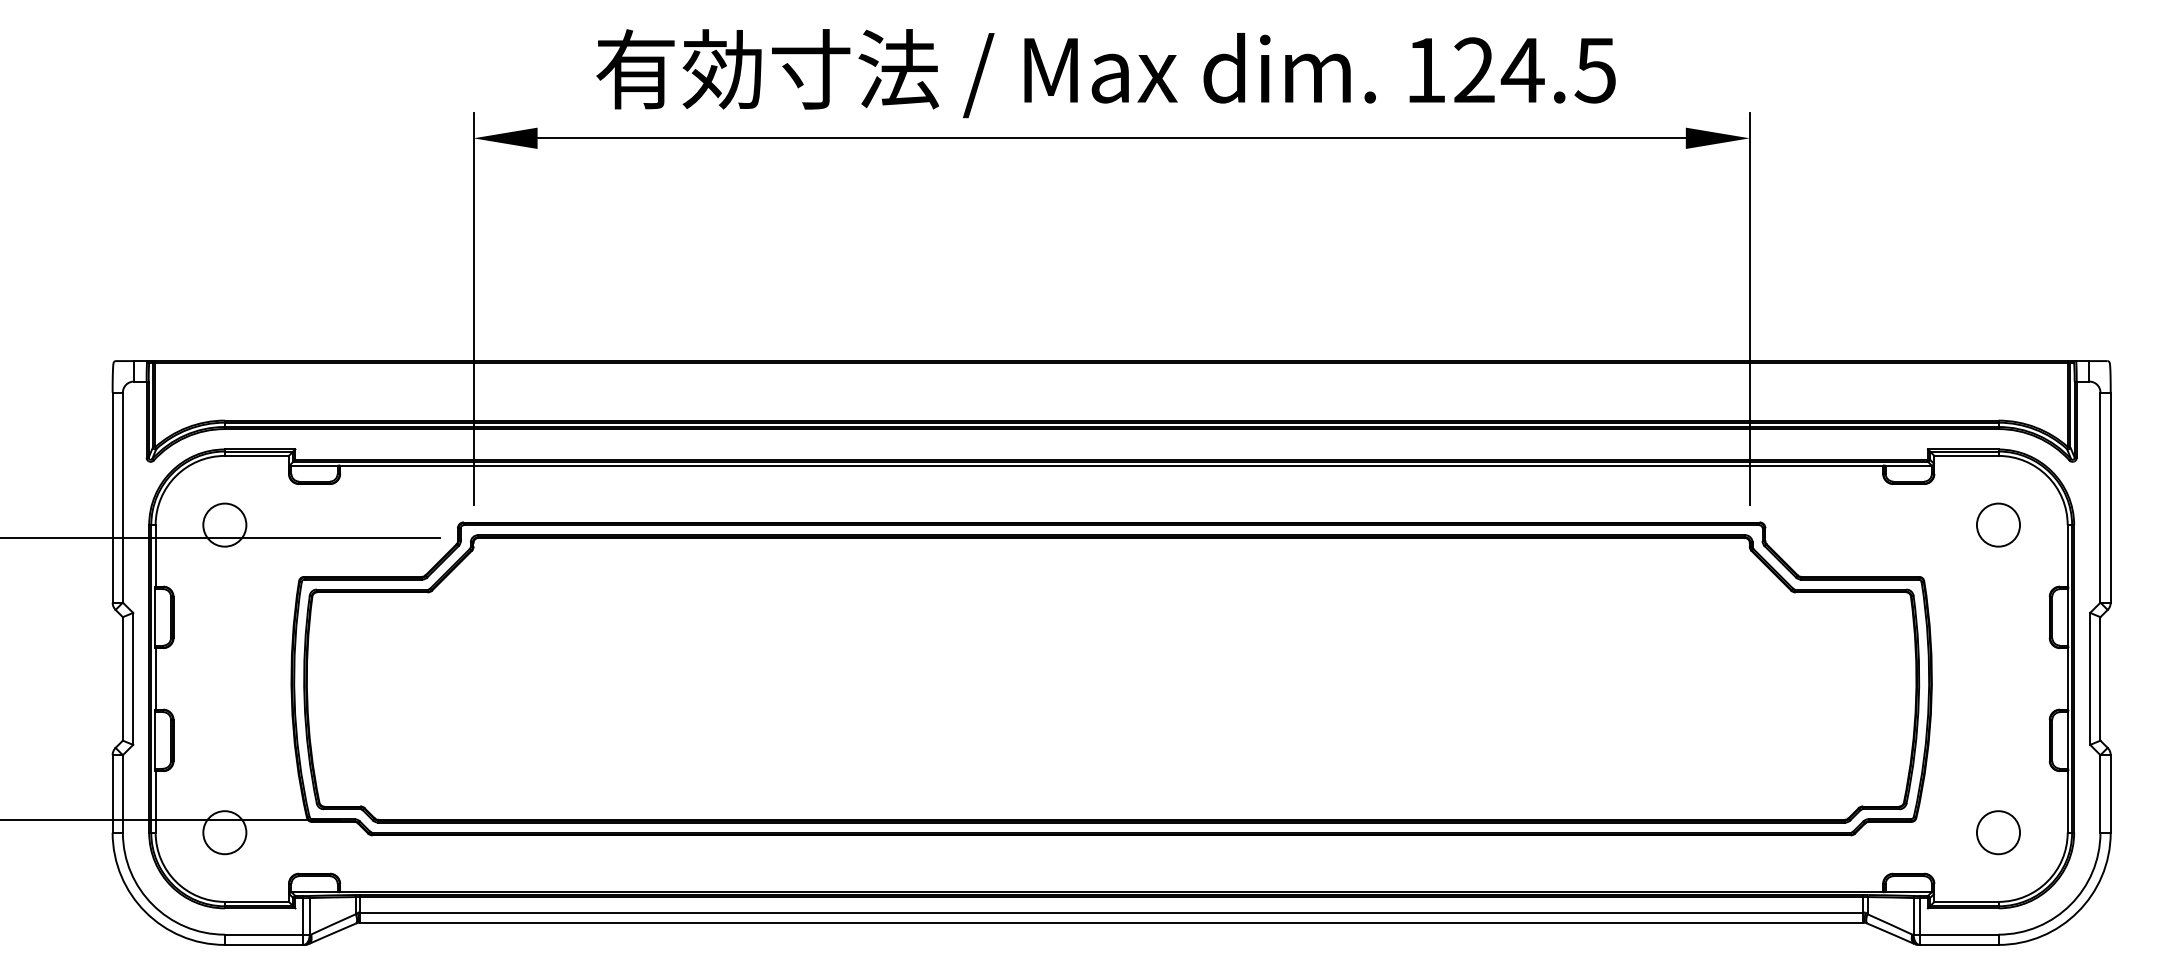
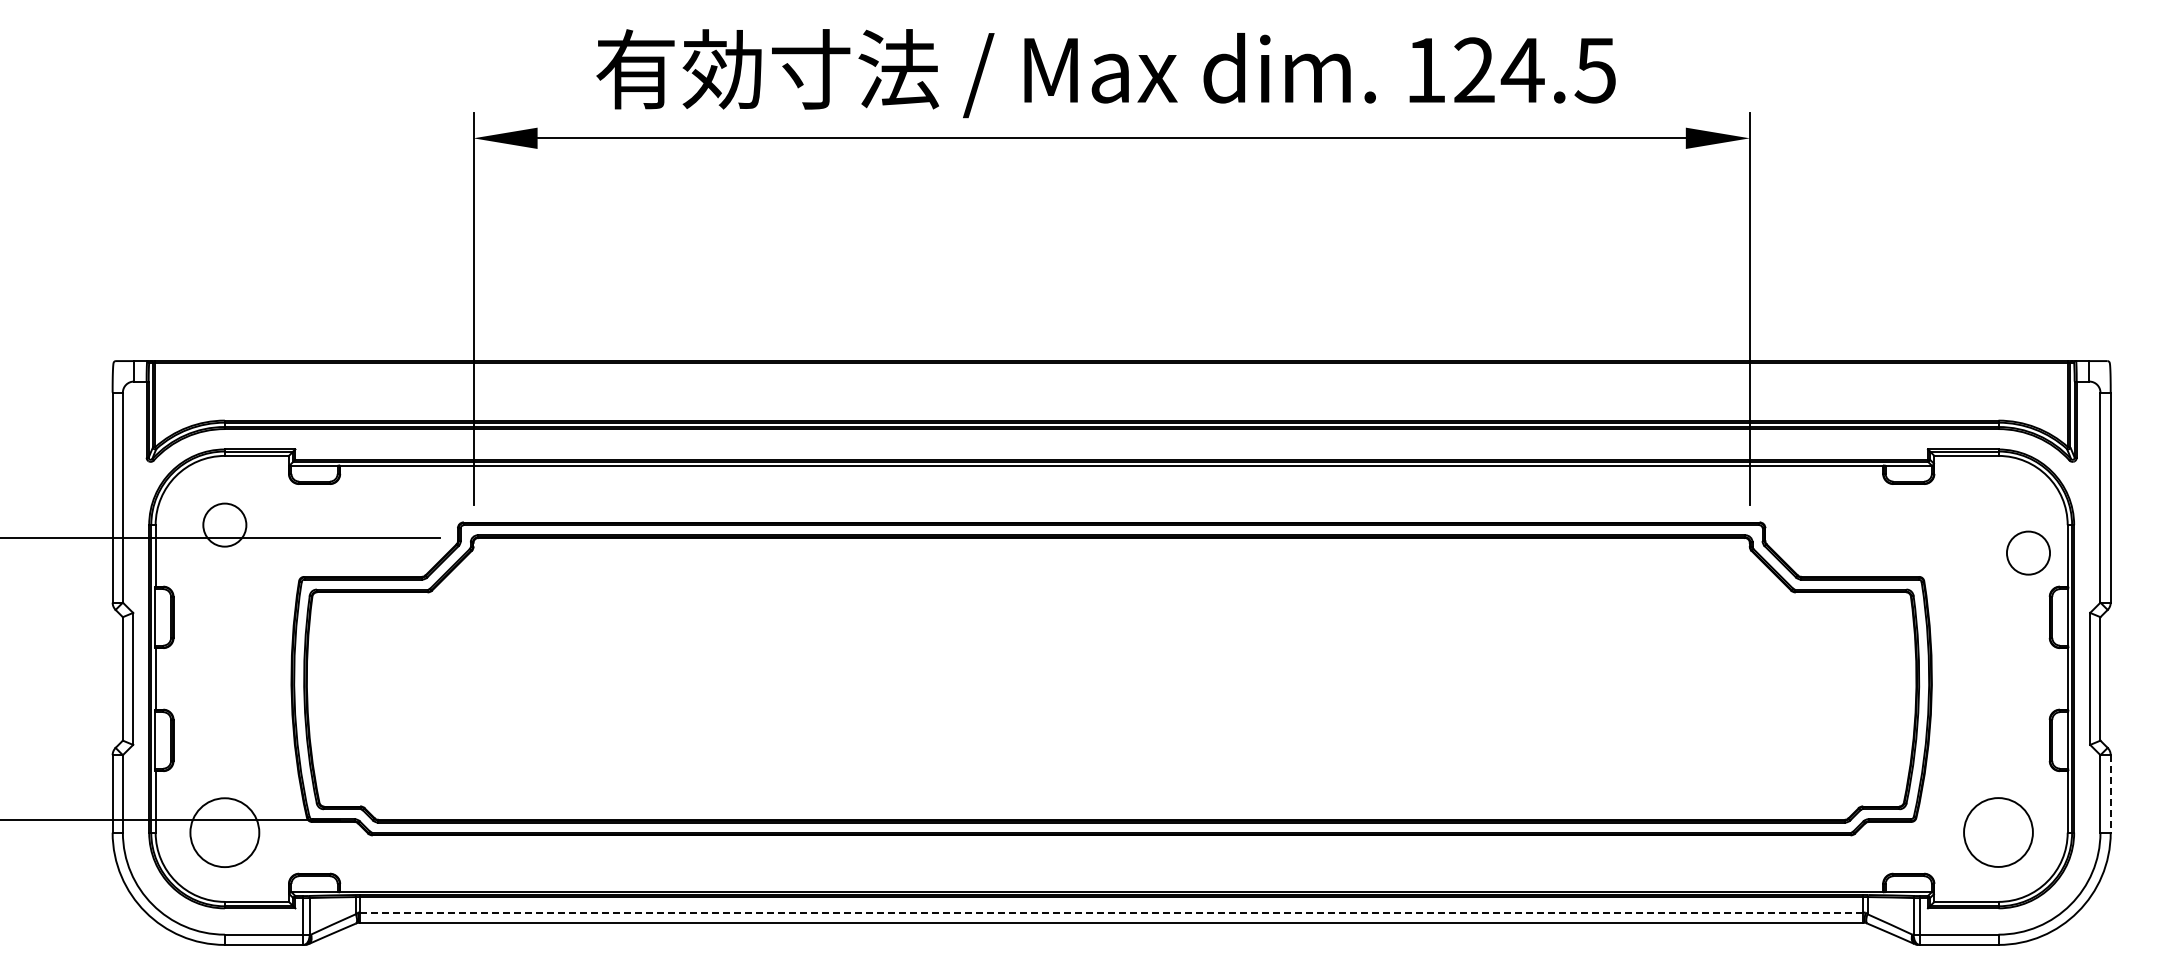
circle at (1998, 524) position: (1998, 524) -> (2028, 552)
line at (2110, 793): solid -> dashed
circle at (224, 832) diameter: 43 px -> 69 px
circle at (1998, 832) size: 45x46 px -> 71x71 px
line at (1111, 912): solid -> dashed
